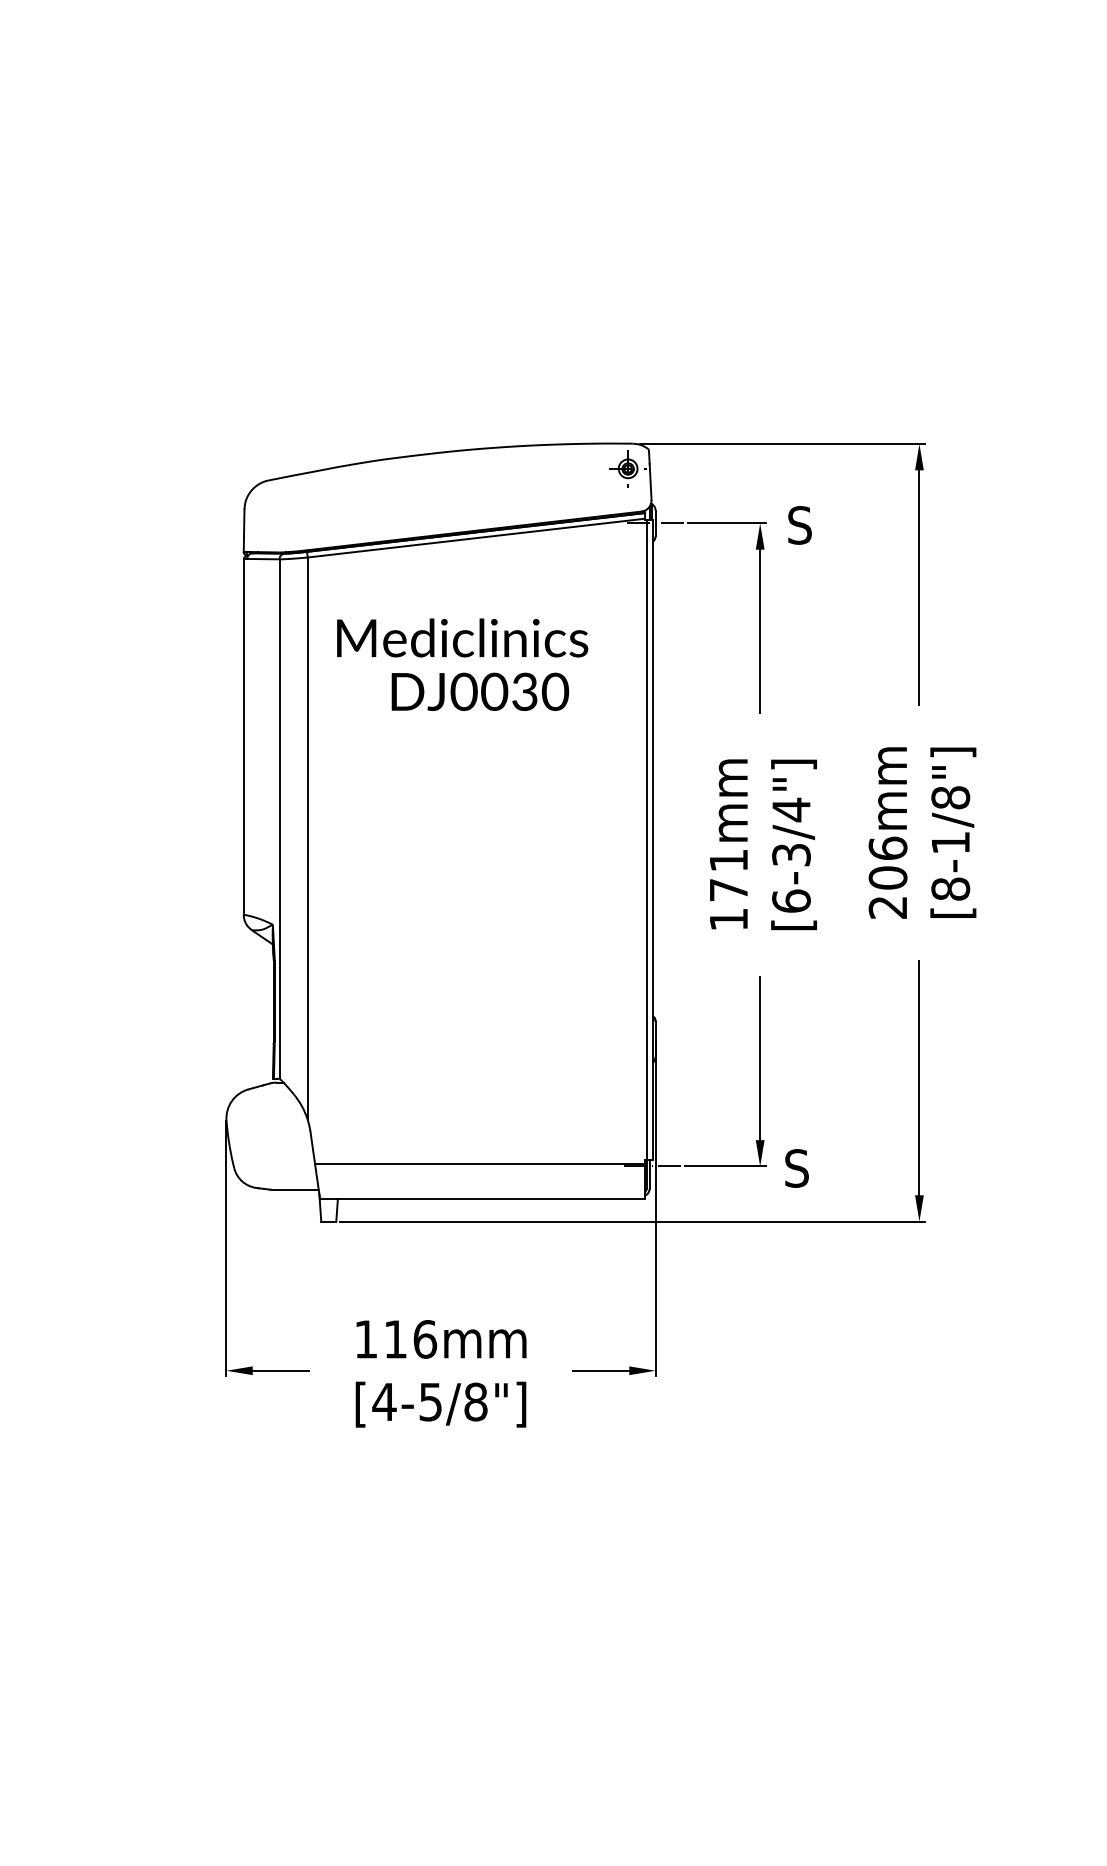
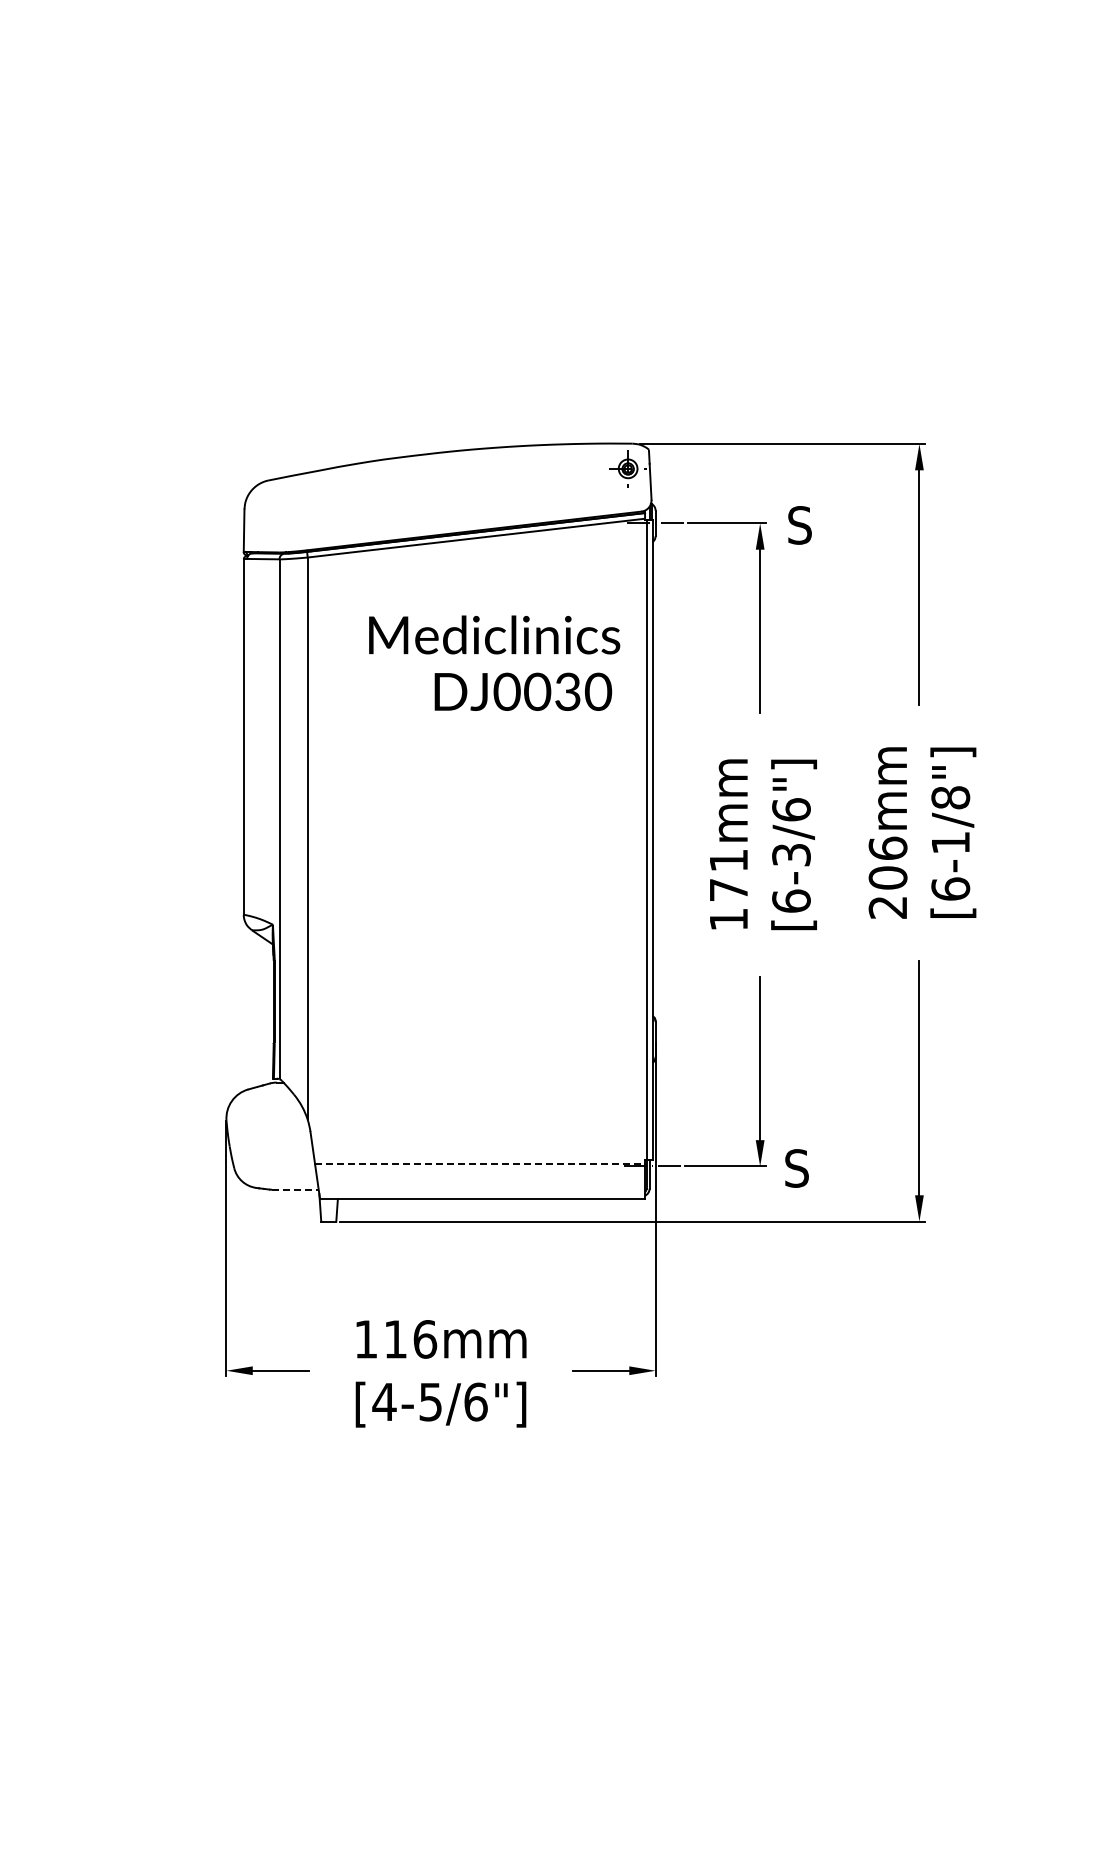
text at (462, 637) position: (462, 637) -> (494, 634)
text at (480, 691) position: (480, 691) -> (523, 691)
text at (791, 809): [6-3/4"] -> [6-3/6"]
text at (950, 888): [8-1/8"] -> [6-1/8"]
line at (480, 1164): solid -> dashed
line at (295, 1189): solid -> dashed
text at (475, 1401): [4-5/8"] -> [4-5/6"]
